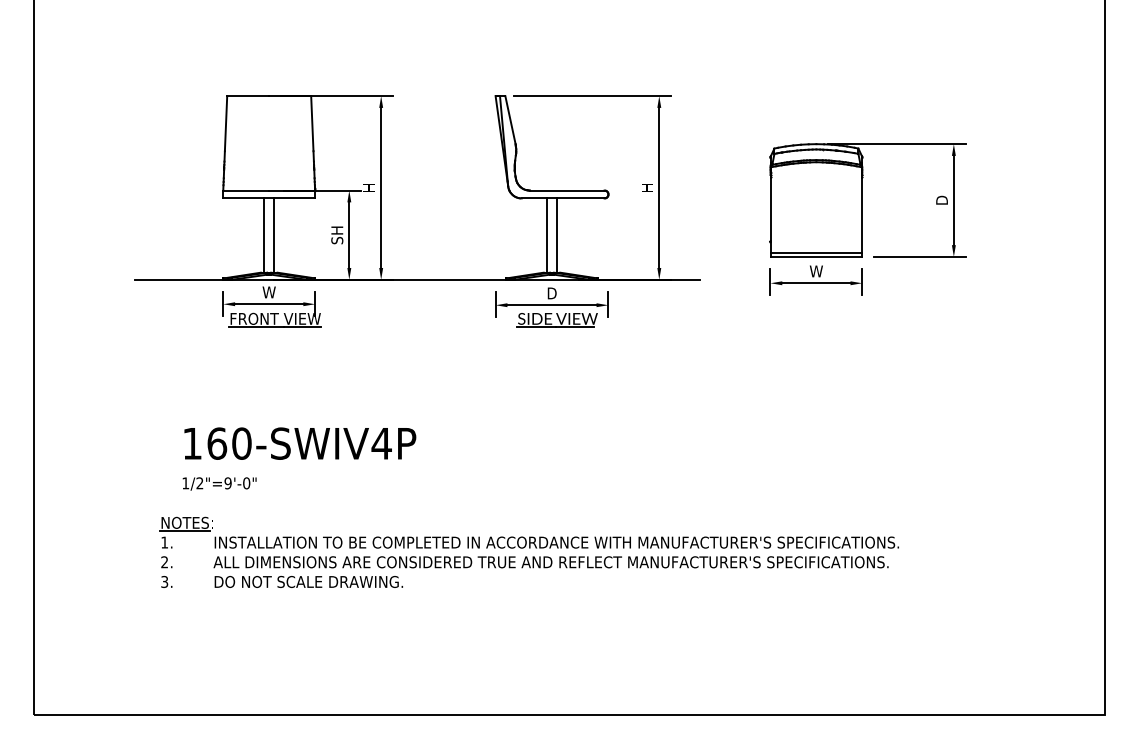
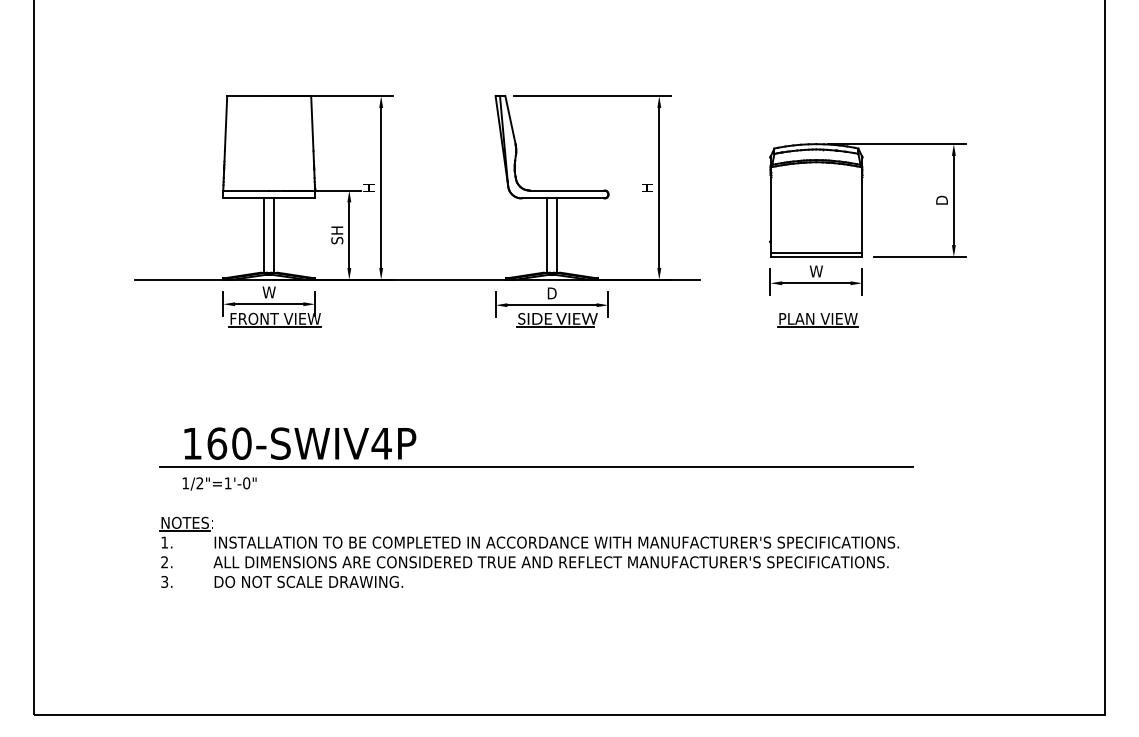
part at (817, 320): none -> present
line at (536, 466): none -> present
text at (227, 483): 1/2"=9'-0" -> 1/2"=1'-0"
